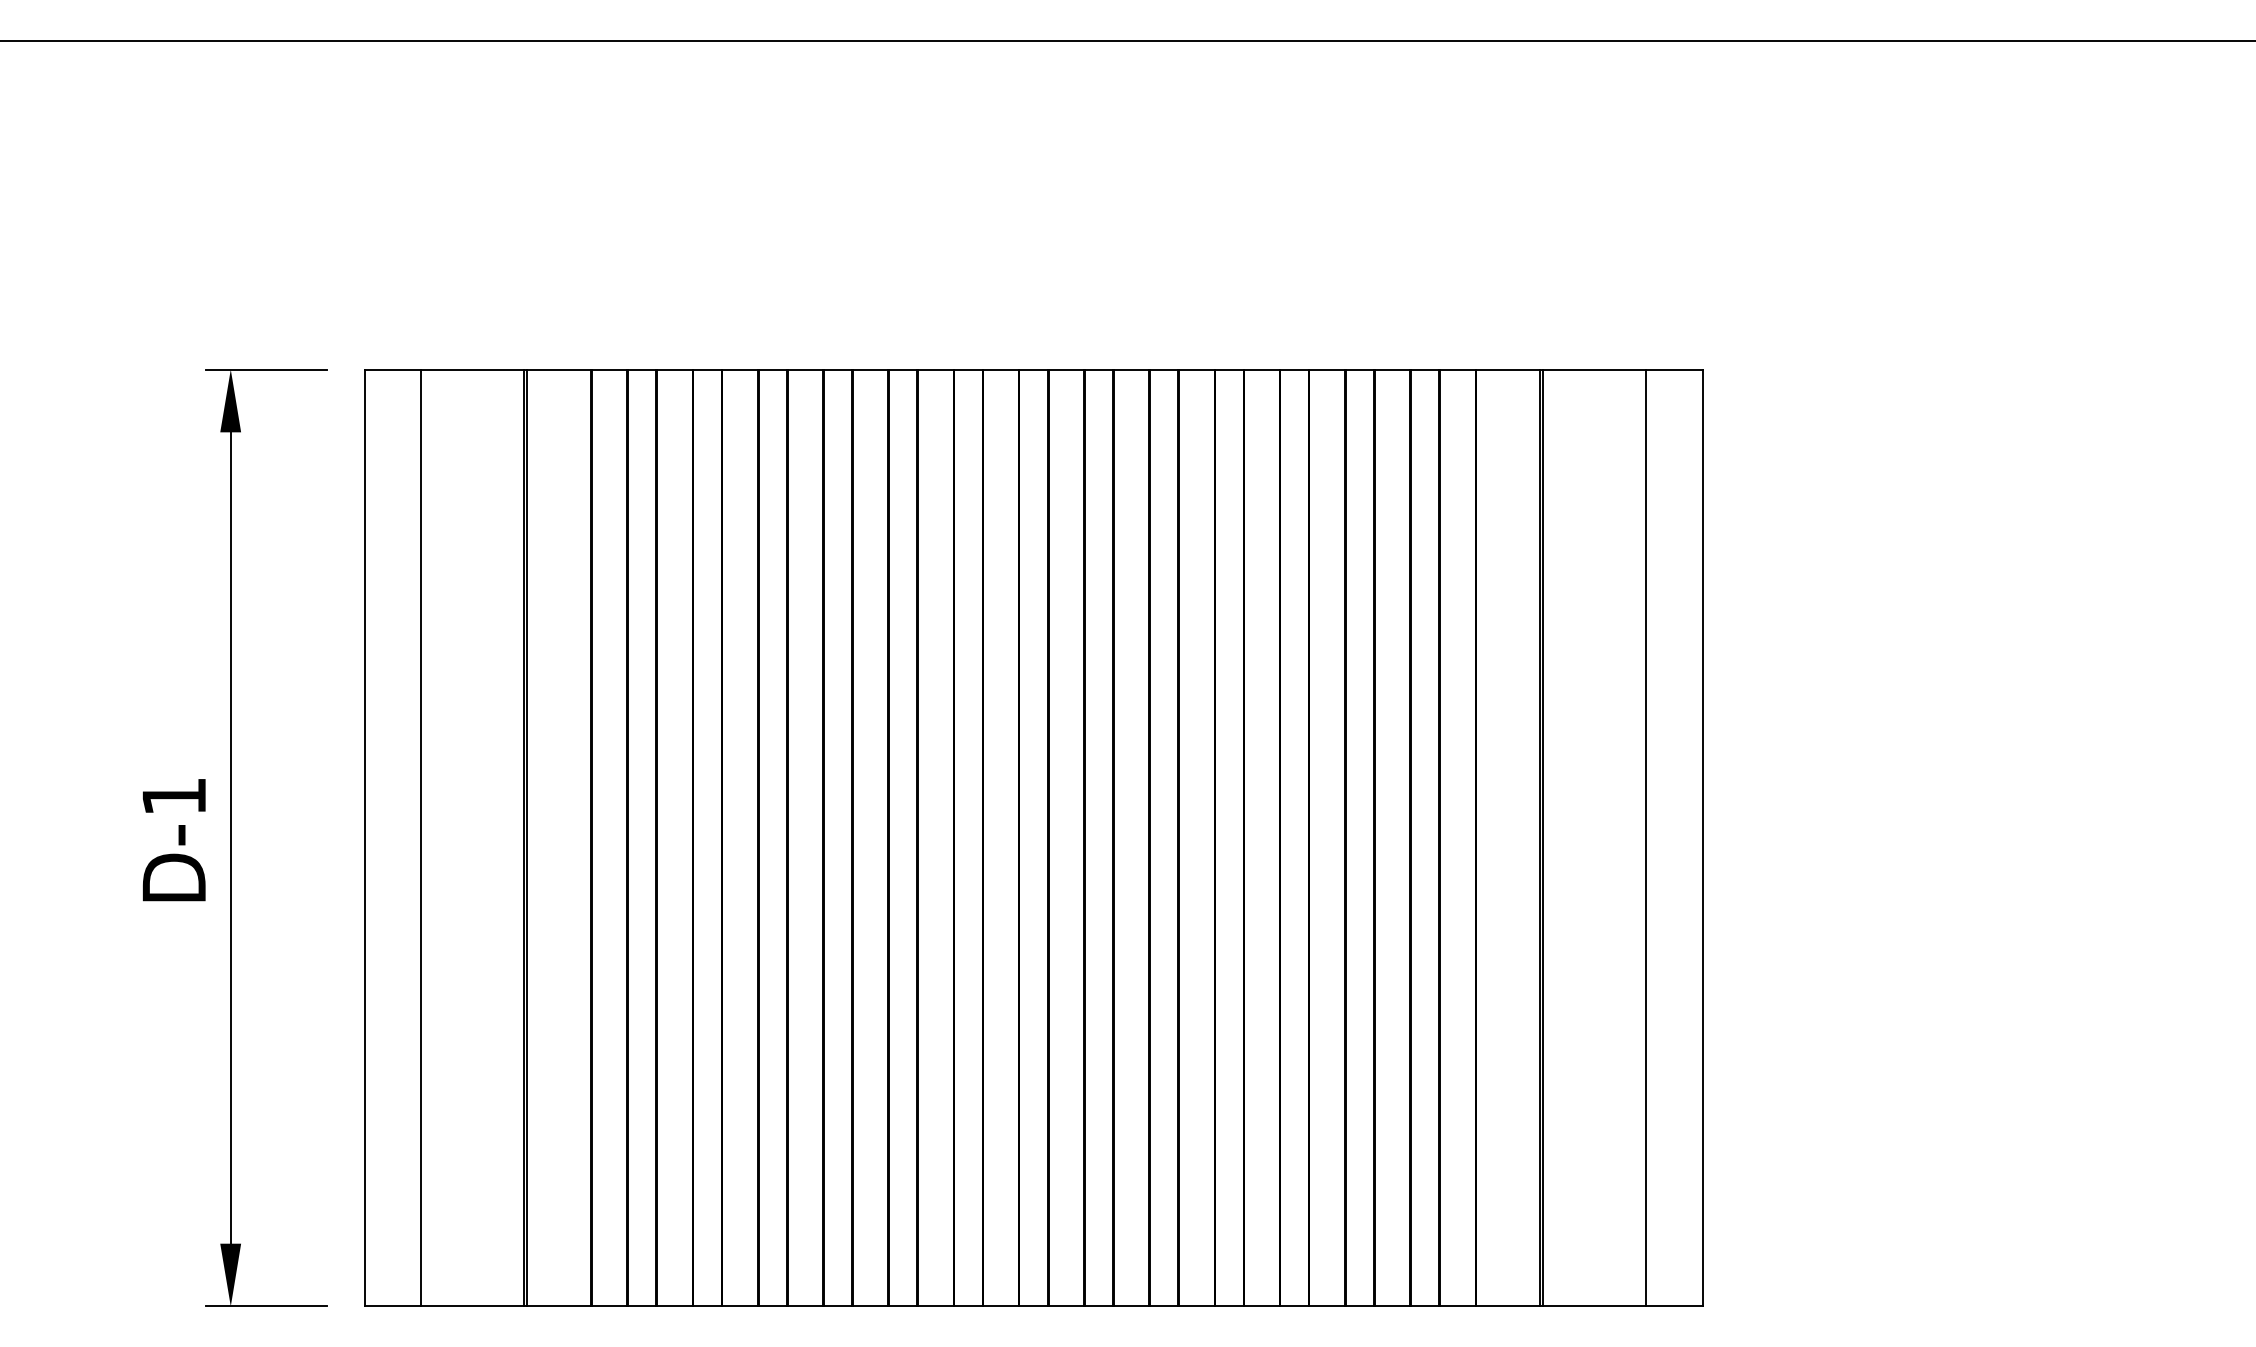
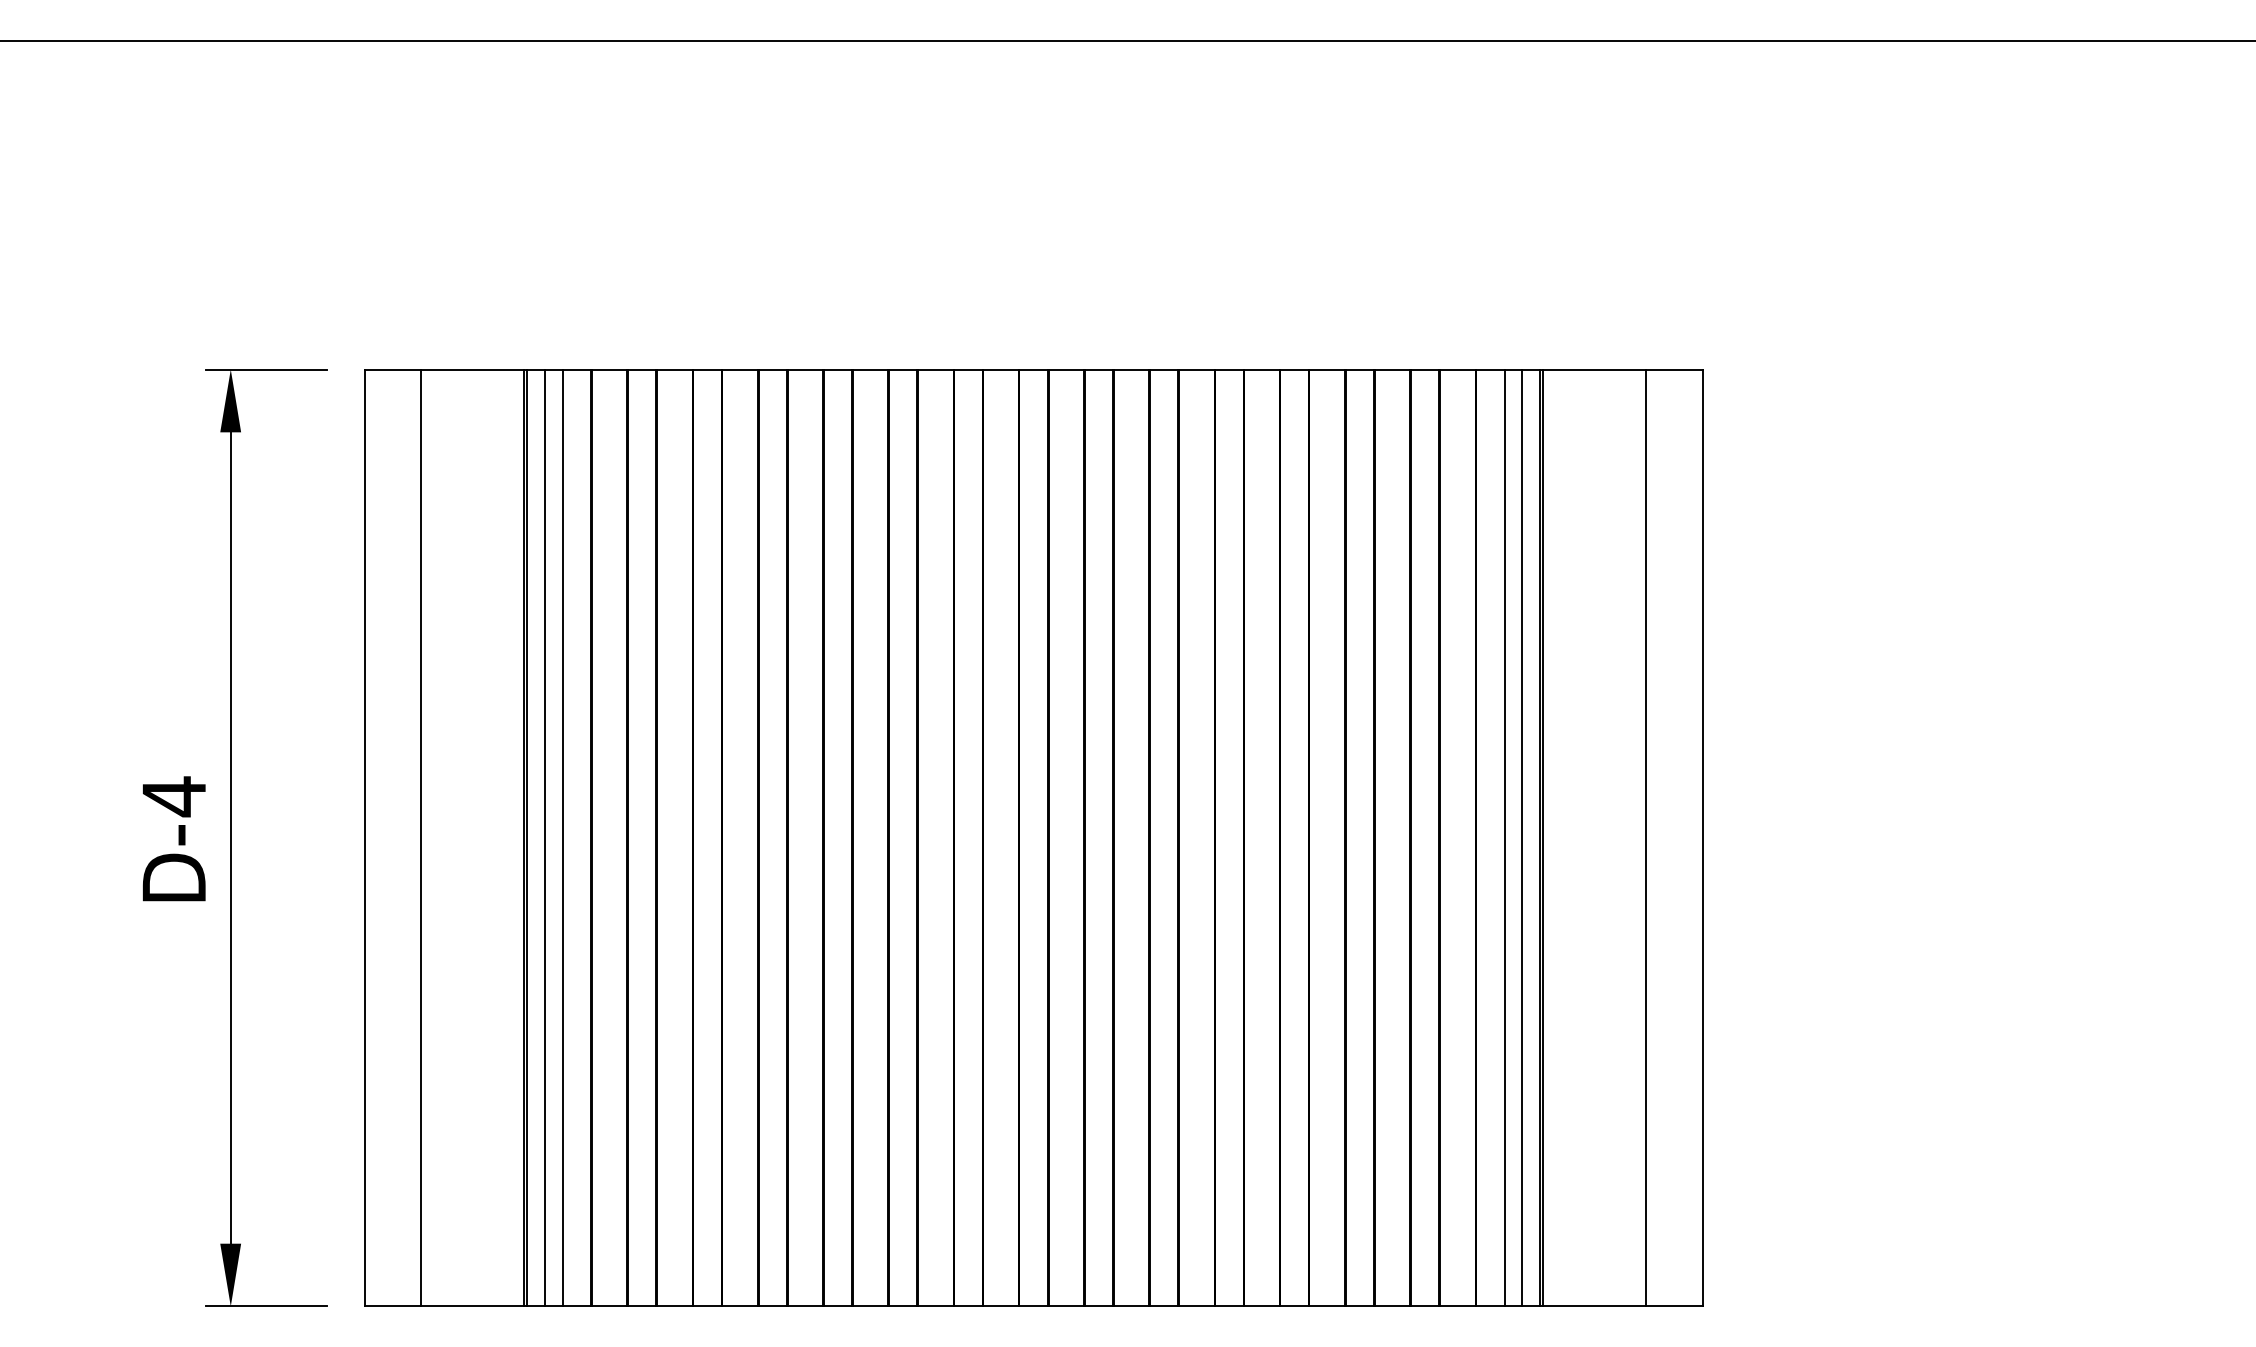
text at (173, 796): D-1 -> D-4
line at (545, 837): none -> present
line at (562, 837): none -> present
line at (1504, 837): none -> present
line at (1522, 837): none -> present
